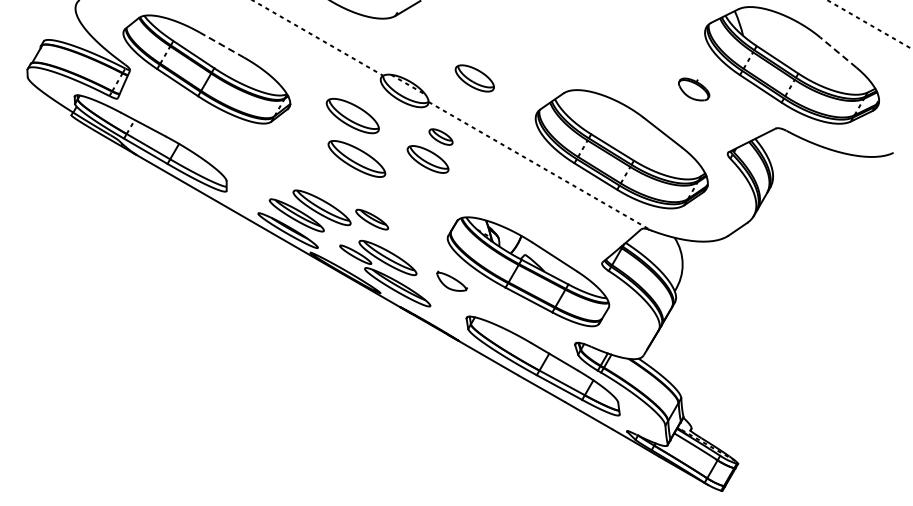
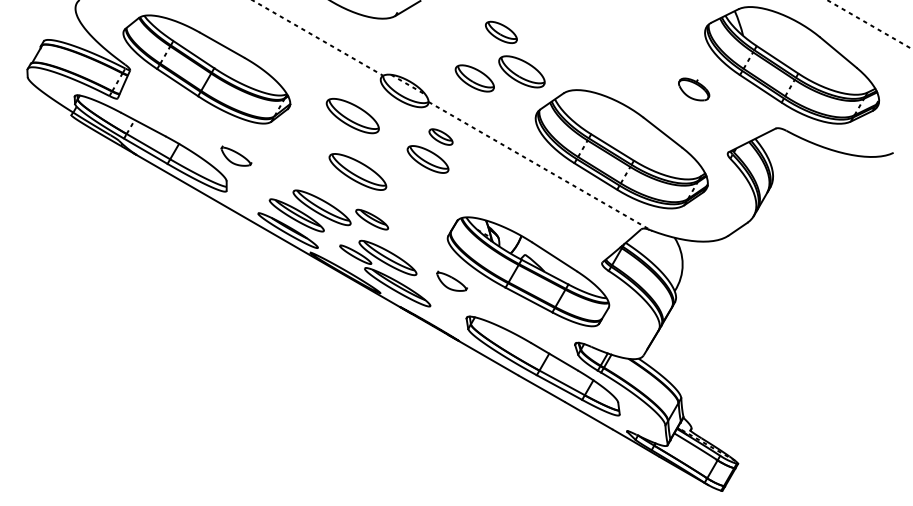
part at (501, 31): none -> present
line at (221, 44): dashed -> solid
line at (838, 52): dashed -> solid
part at (521, 71): none -> present
part at (236, 155): none -> present
part at (356, 158) position: (356, 158) -> (357, 171)
